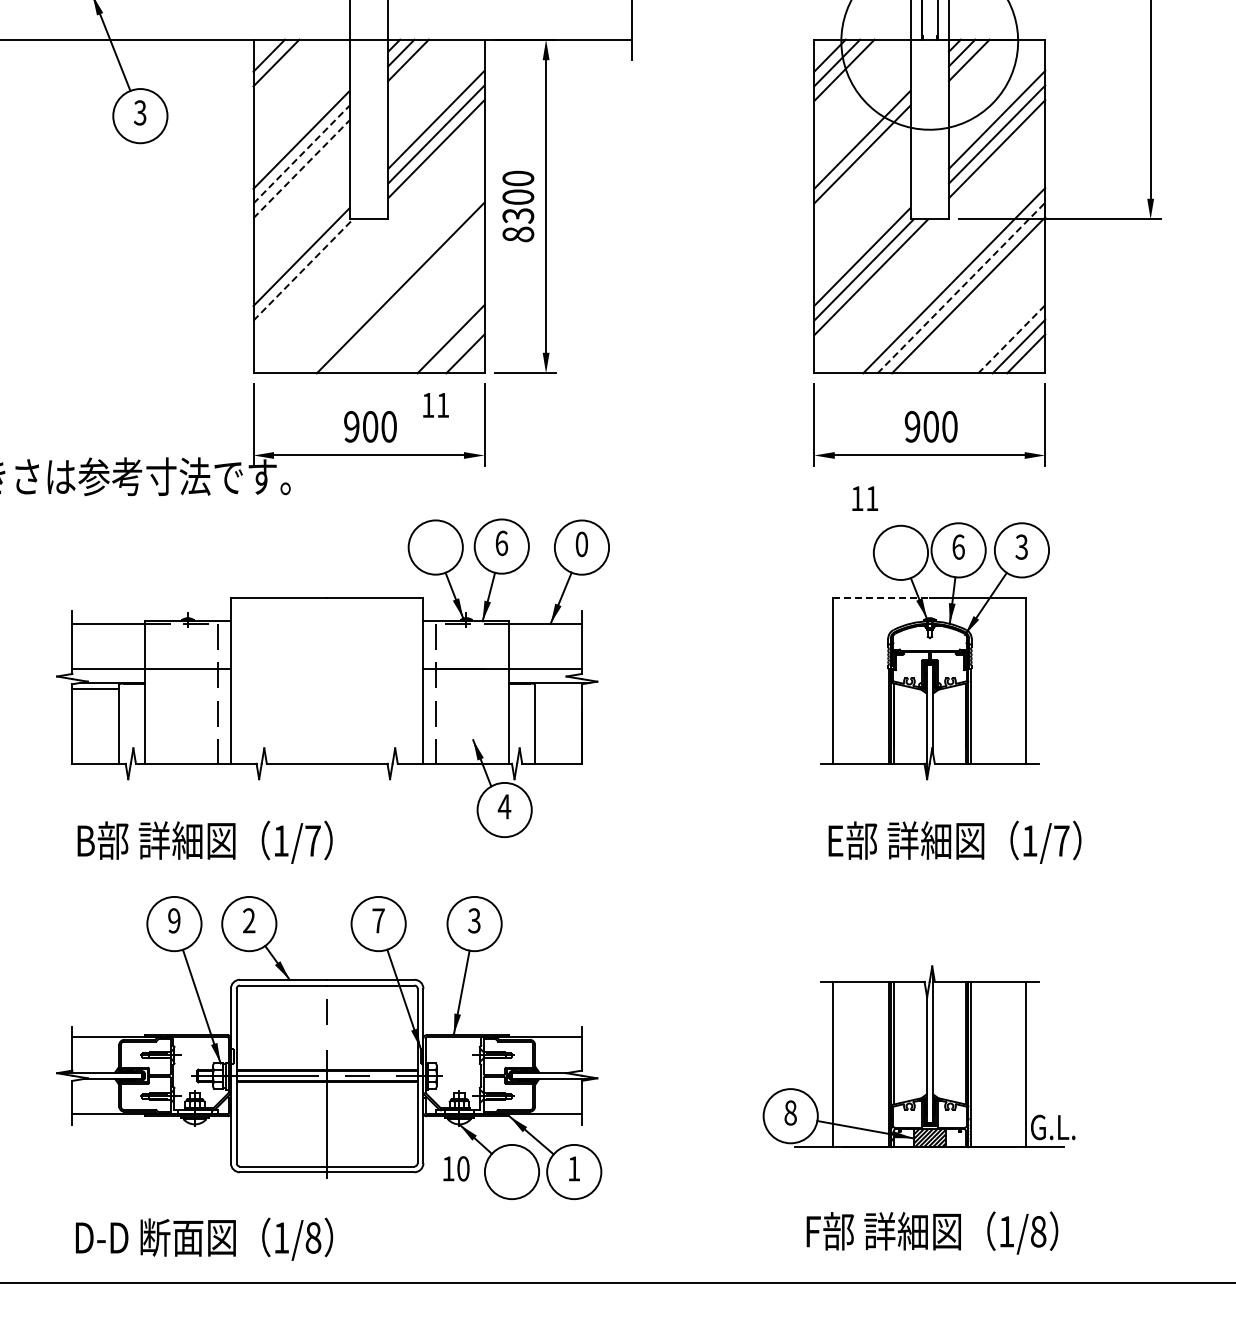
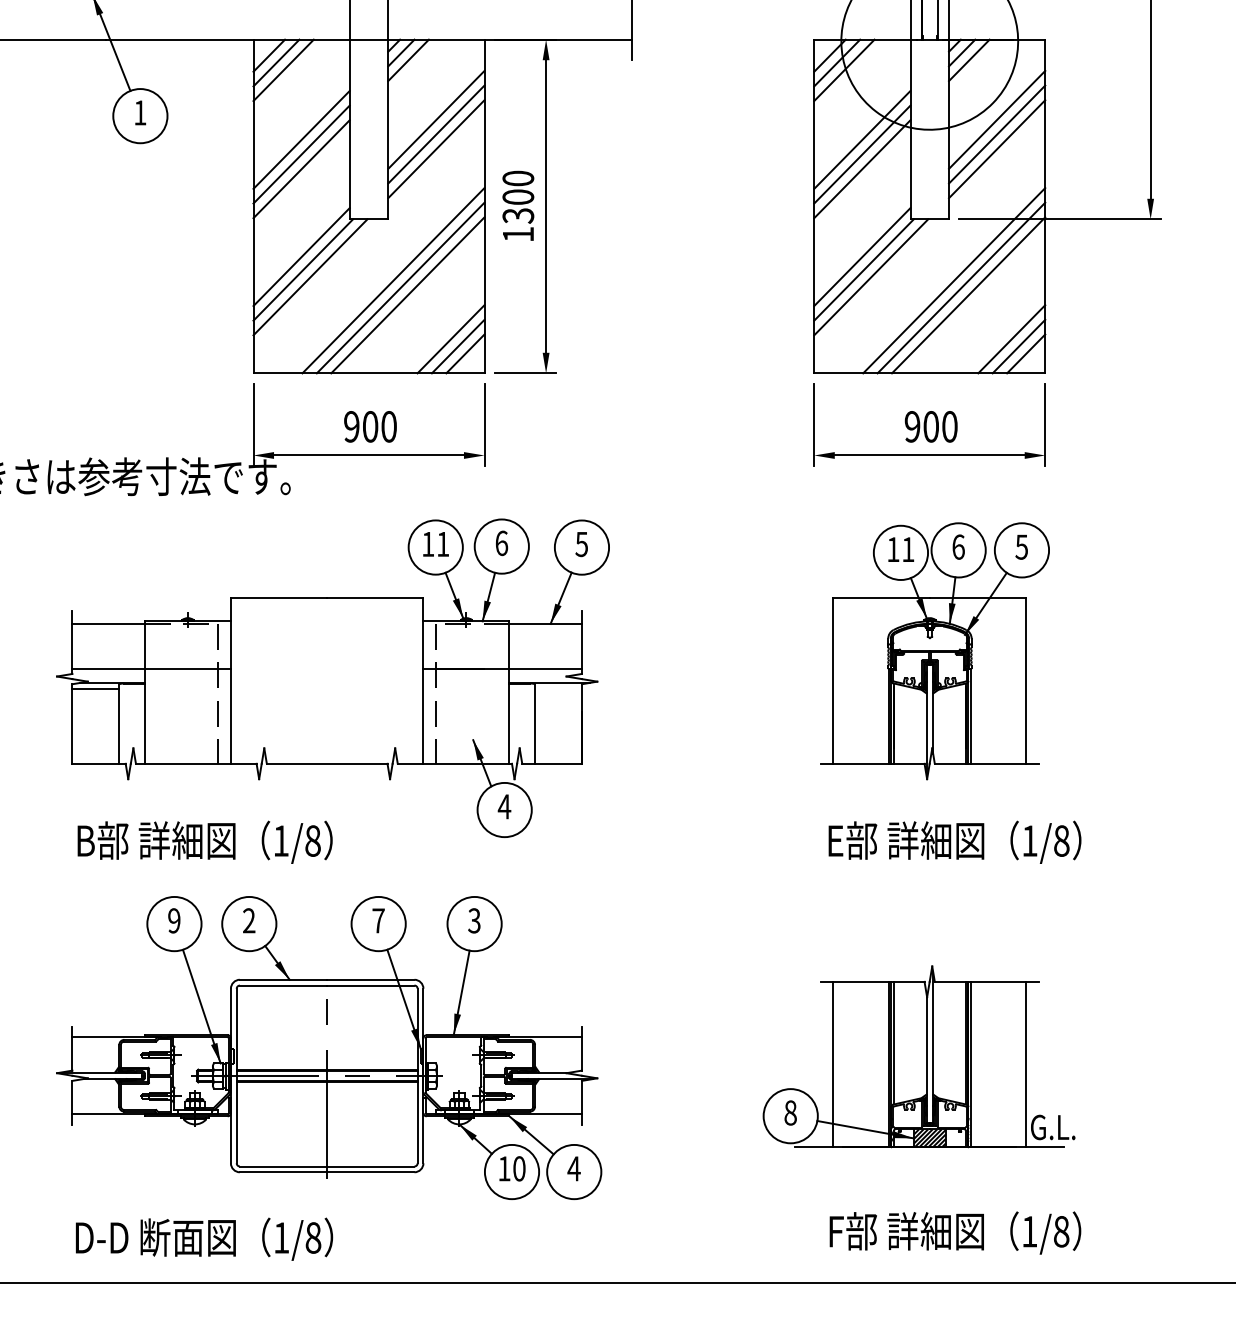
line at (283, 70): none -> present
text at (139, 112): 3 -> 1
line at (301, 154): dashed -> solid
line at (301, 169): dashed -> solid
line at (862, 169): none -> present
text at (518, 234): 8300 -> 1300
line at (303, 269): dashed -> solid
line at (310, 277): none -> present
line at (393, 280): none -> present
line at (961, 288): dashed -> solid
line at (407, 295): none -> present
line at (1011, 339): dashed -> solid
line at (457, 346): none -> present
text at (435, 405) position: (435, 405) -> (435, 544)
text at (865, 498) position: (865, 498) -> (901, 549)
text at (581, 544): 0 -> 5
text at (1021, 546): 3 -> 5
line at (882, 598): dashed -> solid
text at (312, 840): 1/7 -> 1/8
text at (1061, 840): 1/7 -> 1/8
text at (456, 1168) position: (456, 1168) -> (512, 1168)
text at (573, 1168): 1 -> 4
text at (932, 1232) position: (932, 1232) -> (955, 1232)
